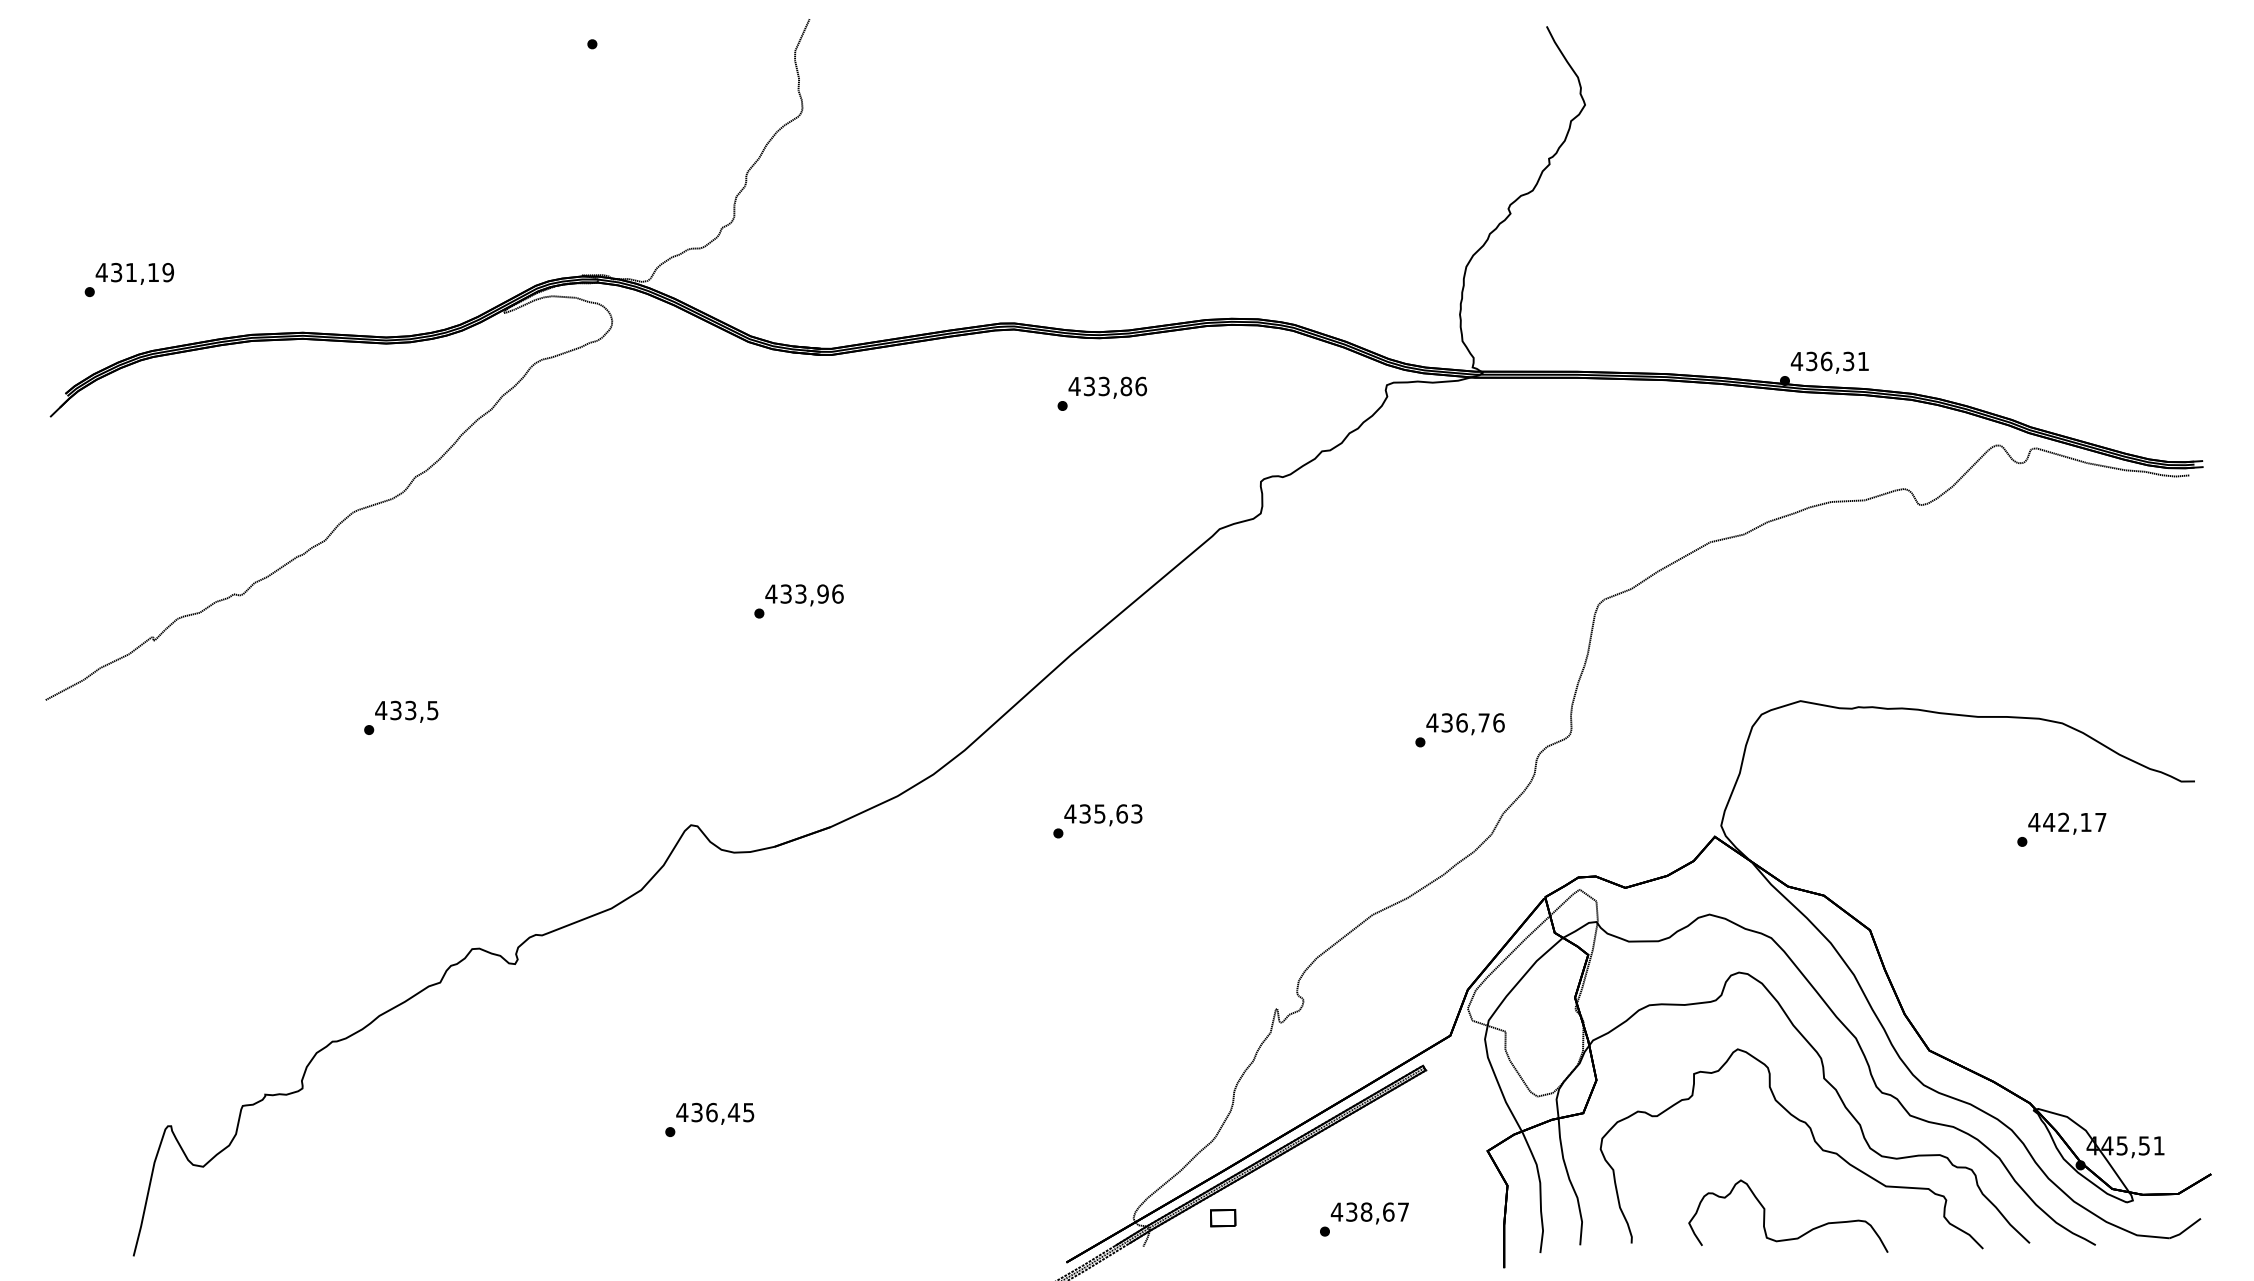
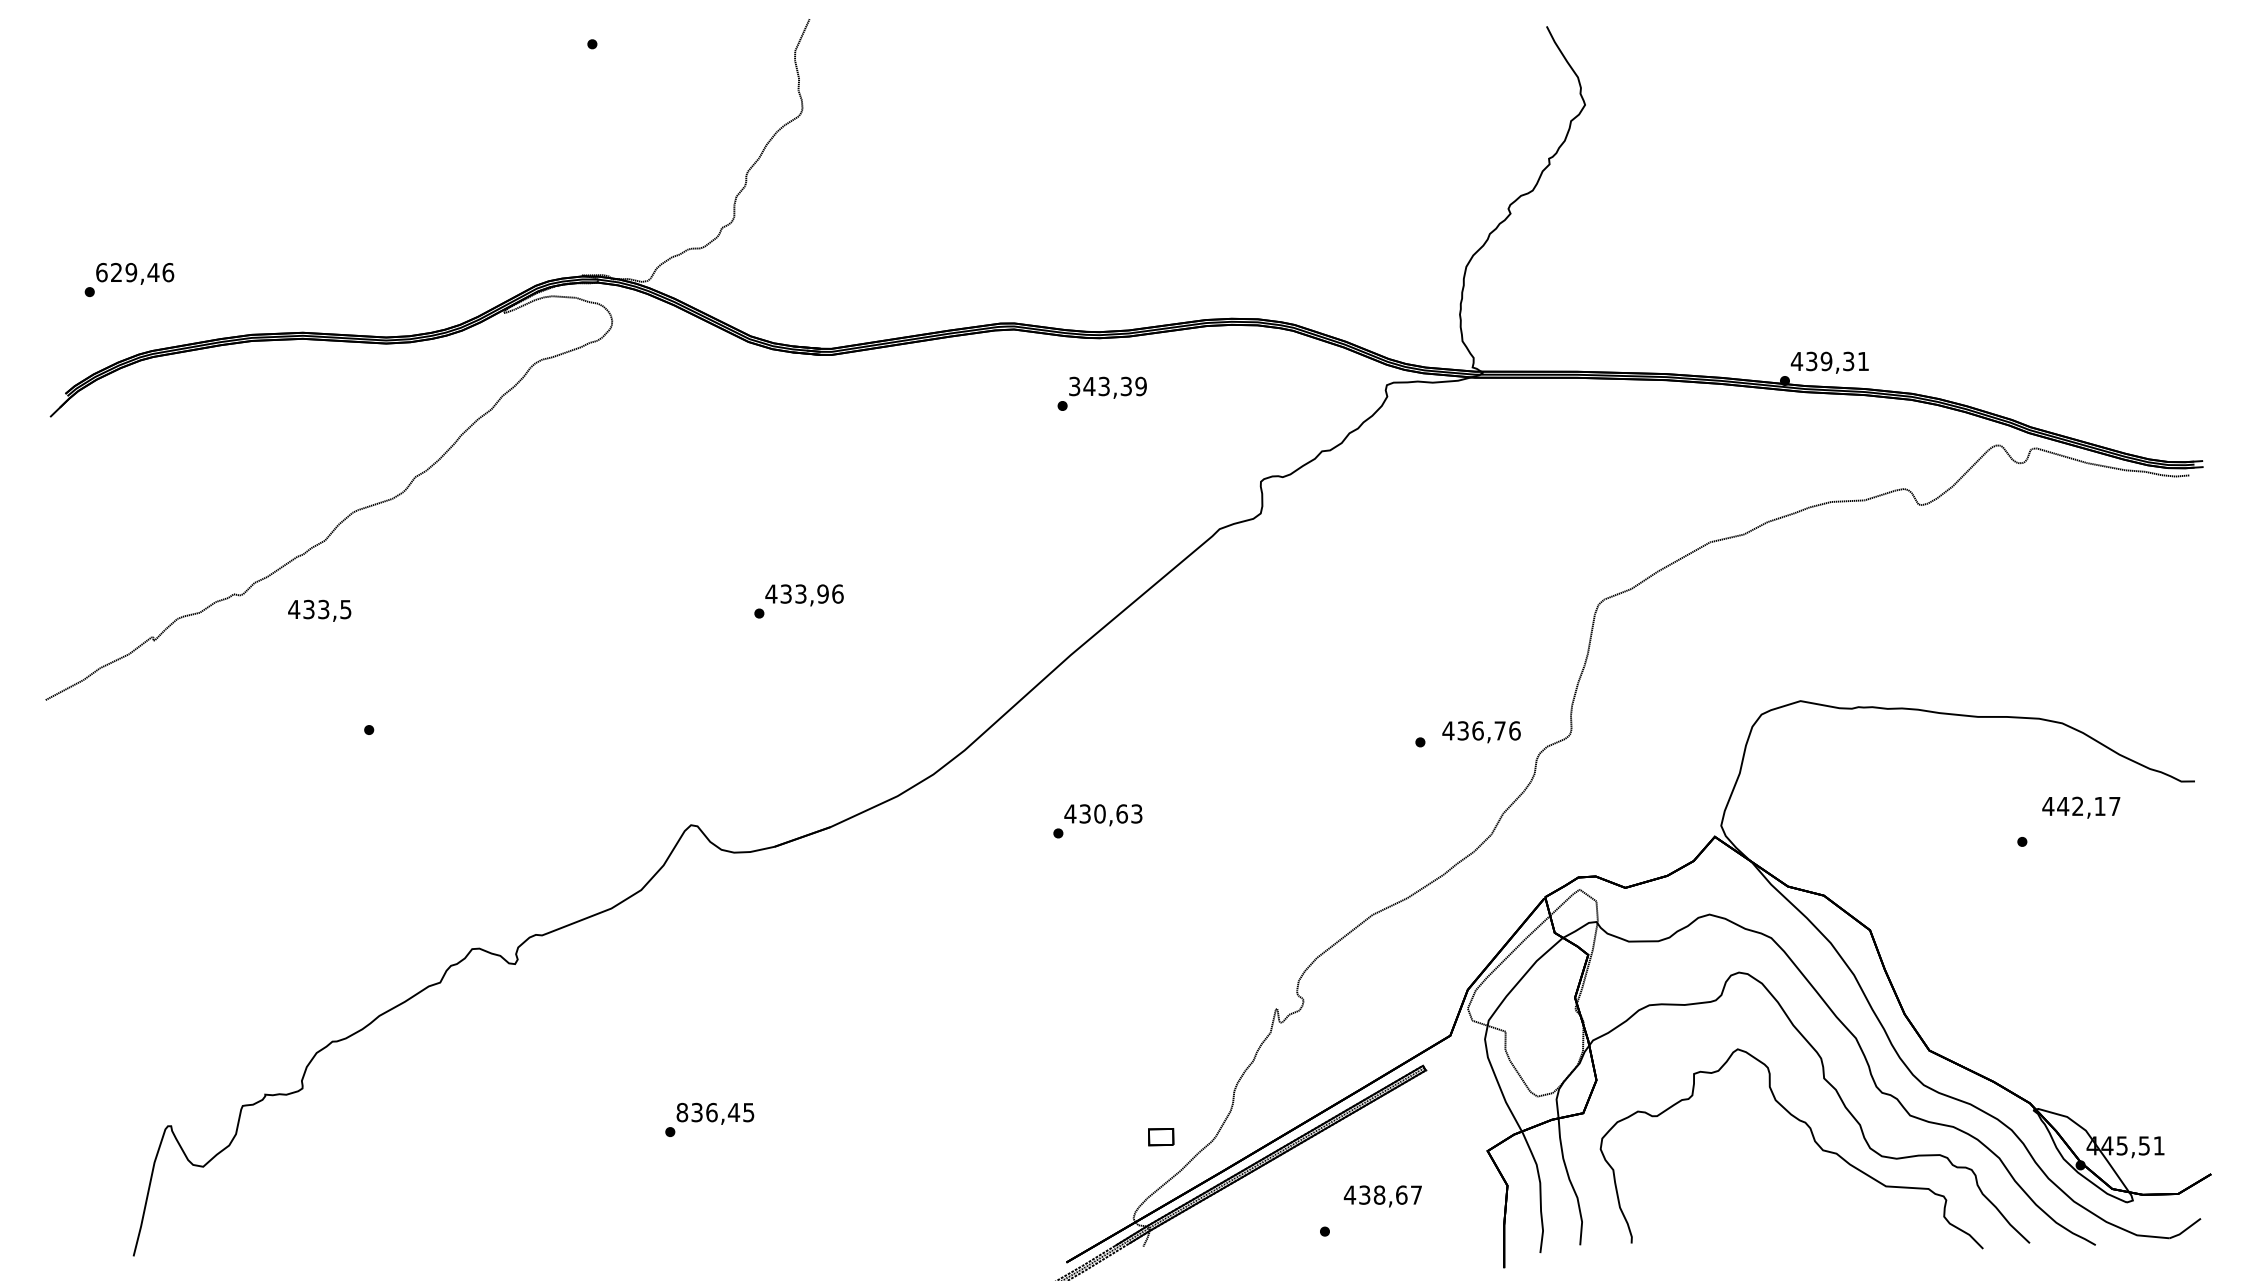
text at (134, 272): 431,19 -> 629,46
text at (1826, 361): 436,31 -> 439,31
text at (1107, 386): 433,86 -> 343,39
text at (406, 711) position: (406, 711) -> (319, 610)
text at (1465, 724) position: (1465, 724) -> (1481, 732)
text at (1099, 813): 435,63 -> 430,63
text at (2067, 823) position: (2067, 823) -> (2081, 807)
text at (682, 1112): 436,45 -> 836,45
text at (1369, 1213) position: (1369, 1213) -> (1382, 1196)
part at (1765, 1215): present -> none
part at (1223, 1218) position: (1223, 1218) -> (1161, 1137)
